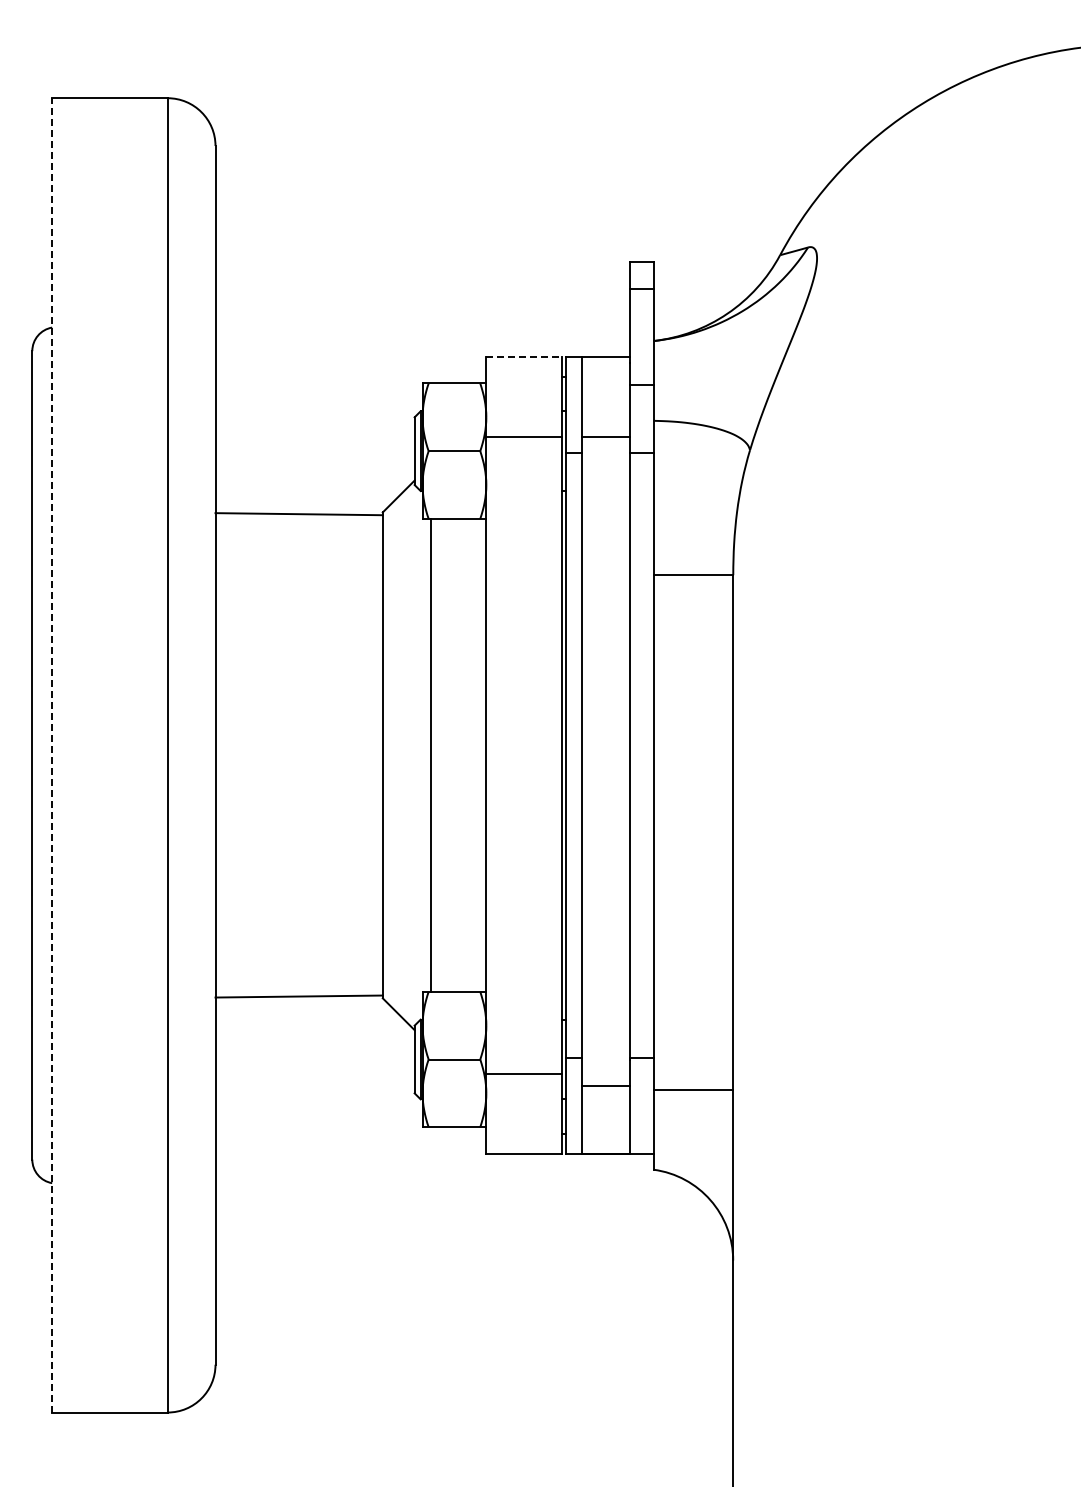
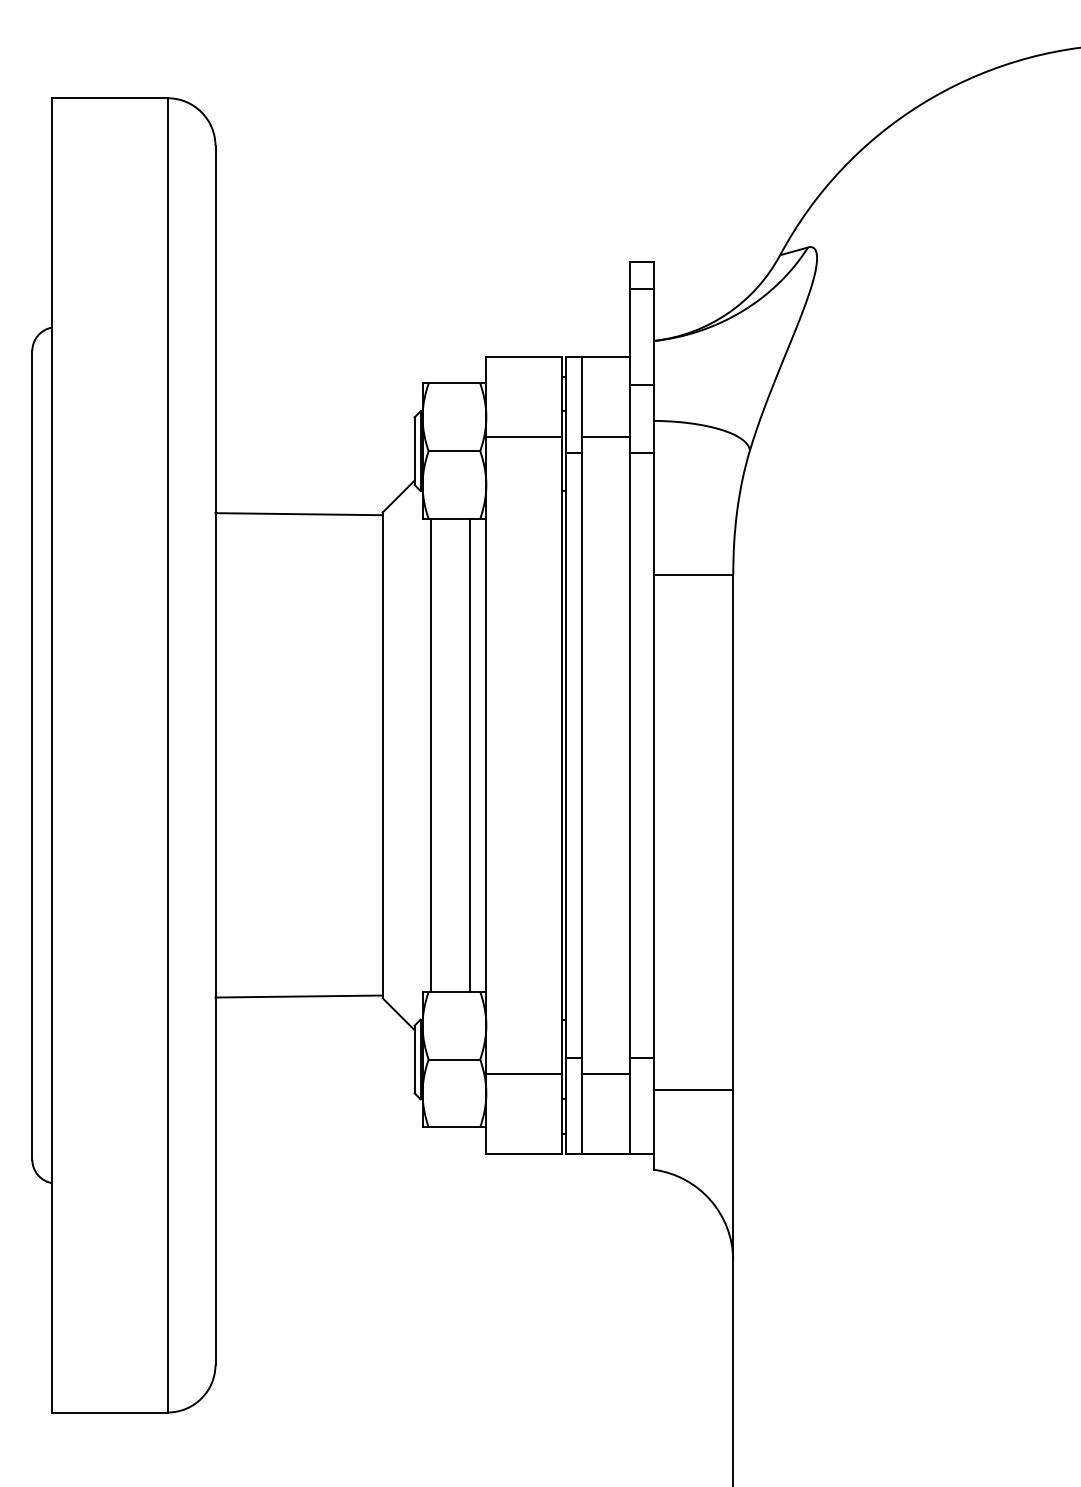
line at (524, 357): dashed -> solid
line at (52, 754): dashed -> solid
line at (470, 754): none -> present
line at (605, 1086) position: (605, 1086) -> (605, 1074)
